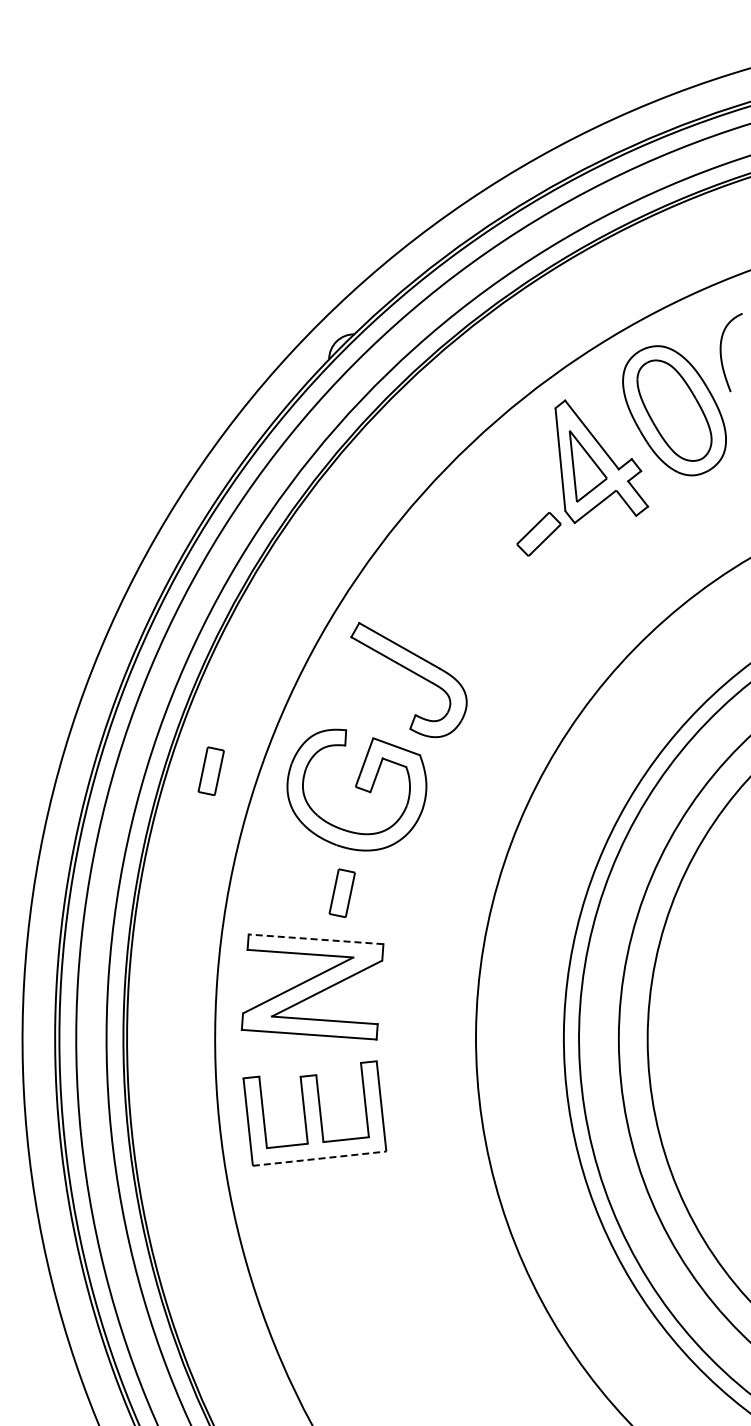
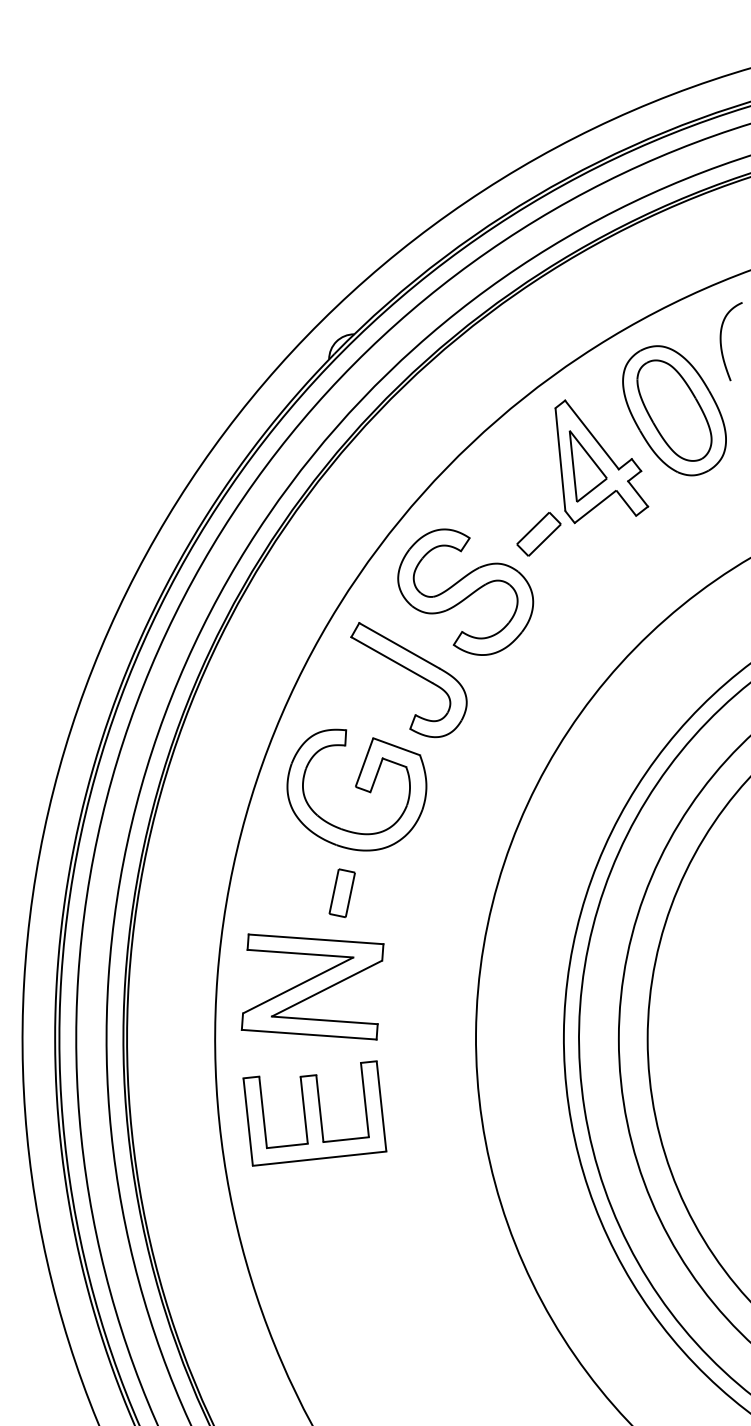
curve at (721, 352) position: (721, 352) -> (721, 341)
part at (465, 591): none -> present
part at (210, 771): present -> none
line at (316, 939): dashed -> solid
line at (320, 1158): dashed -> solid
